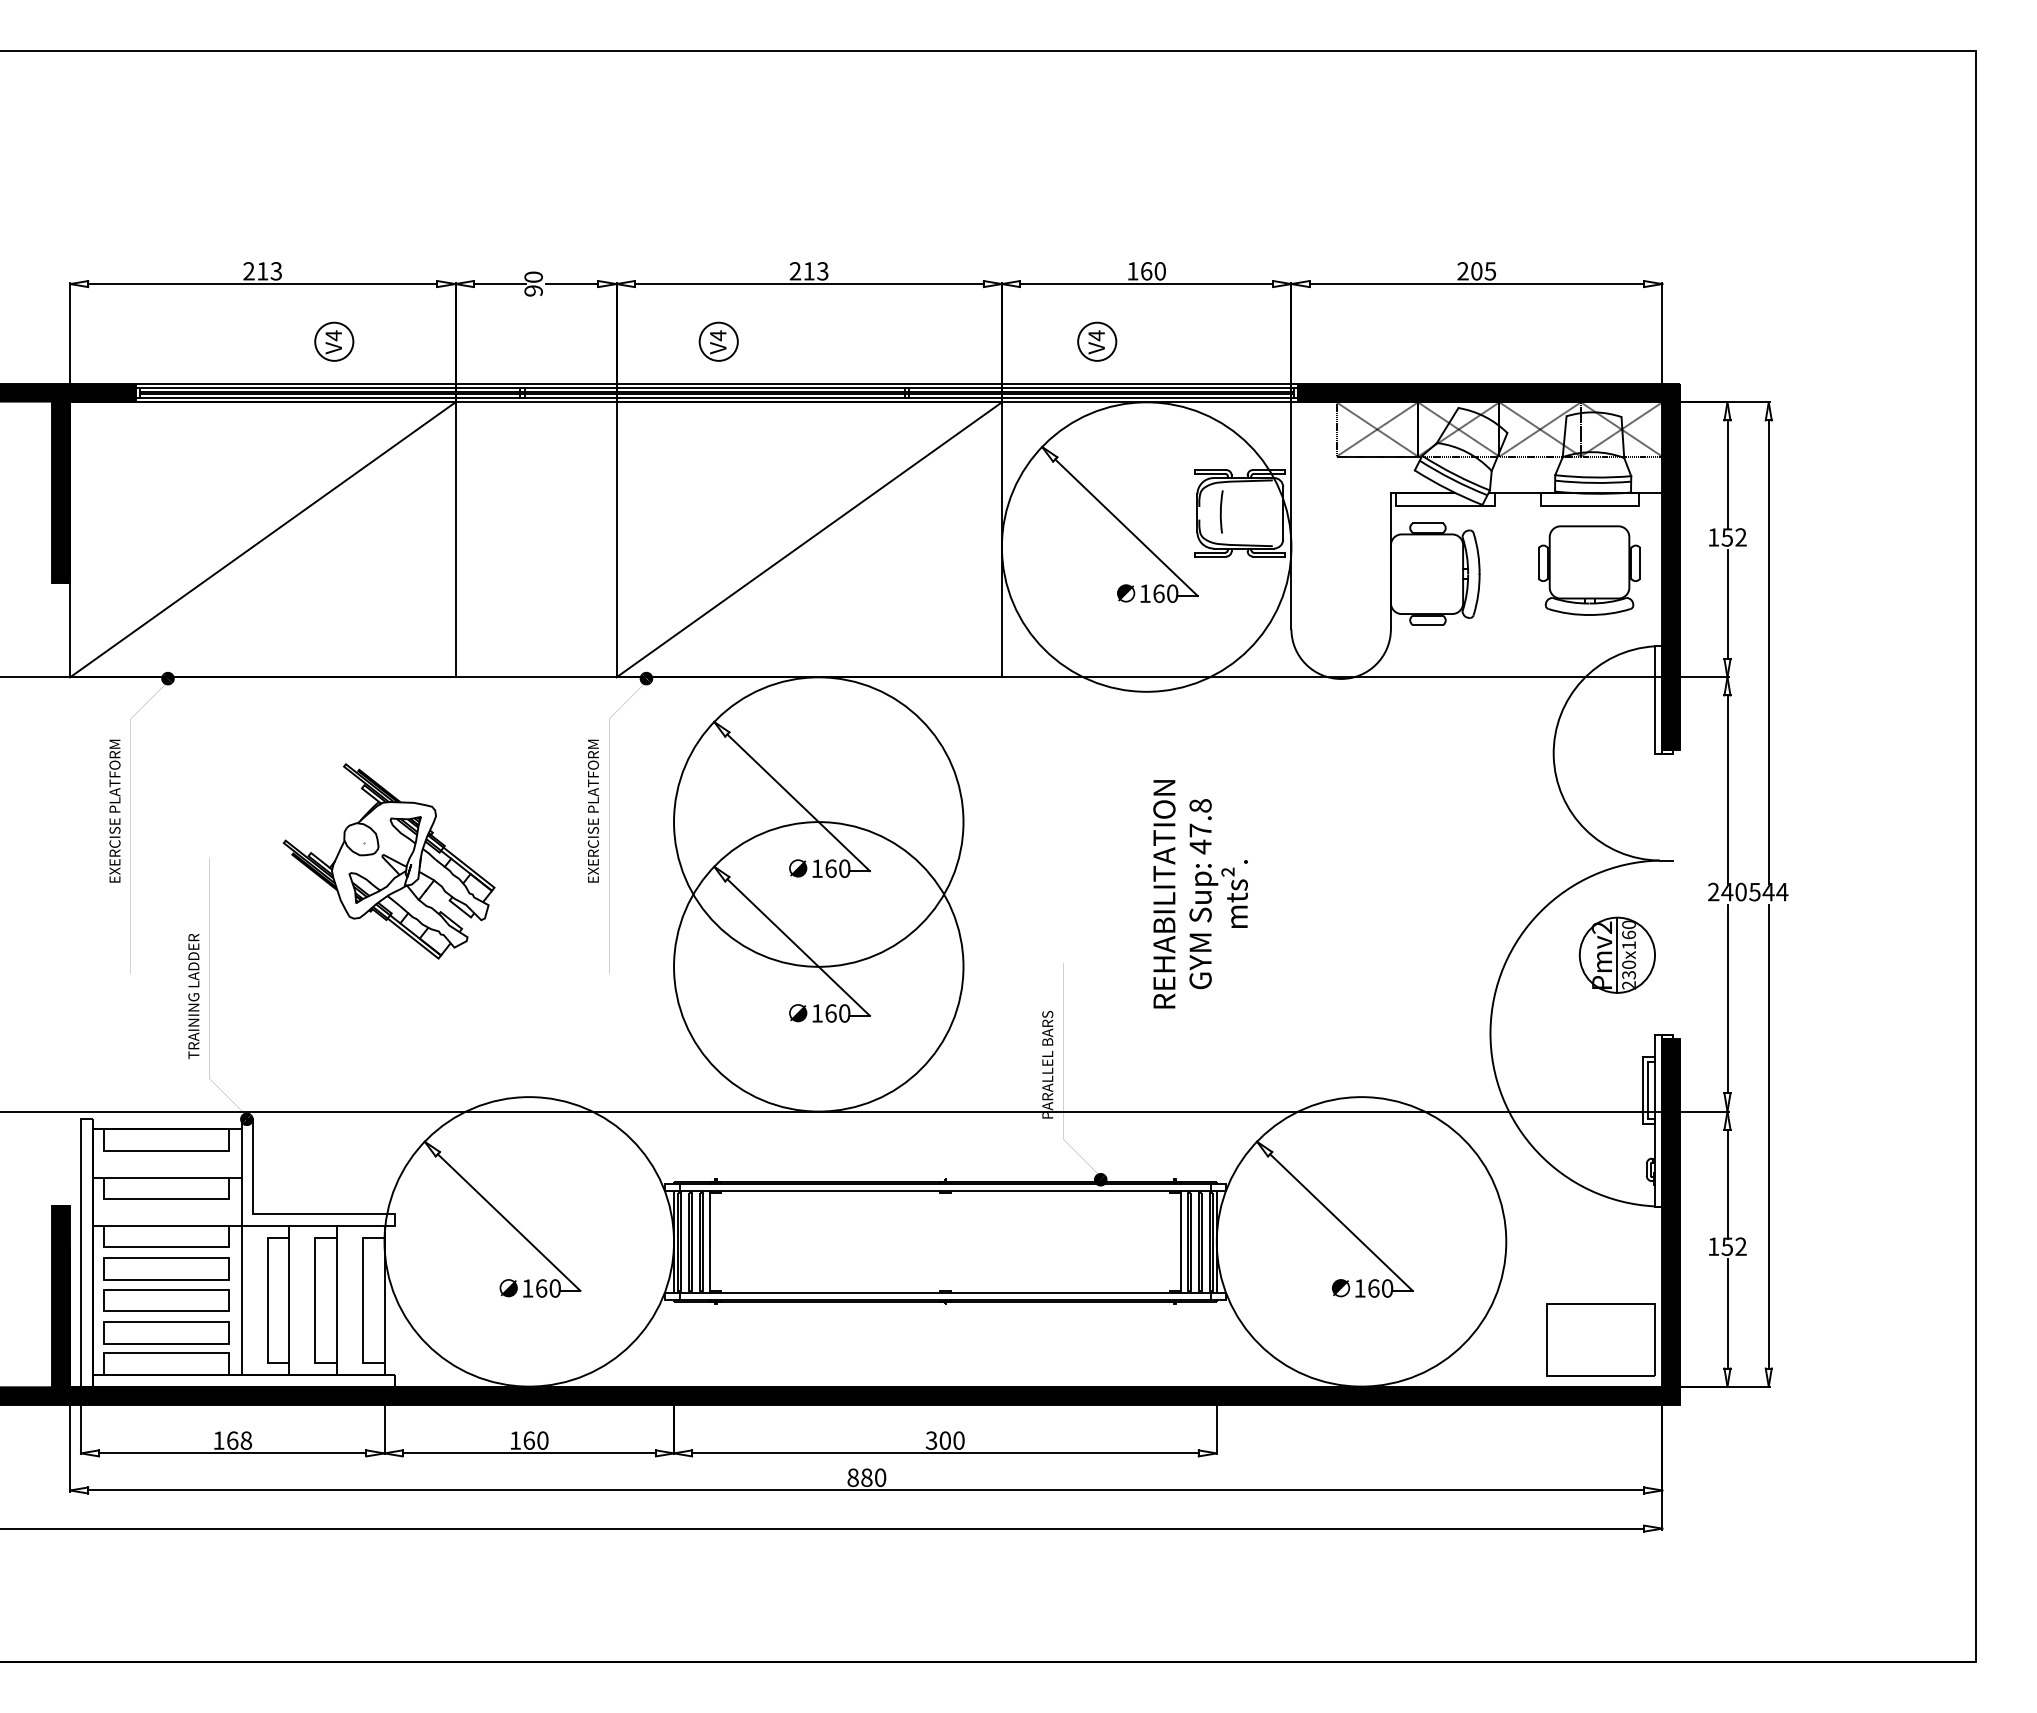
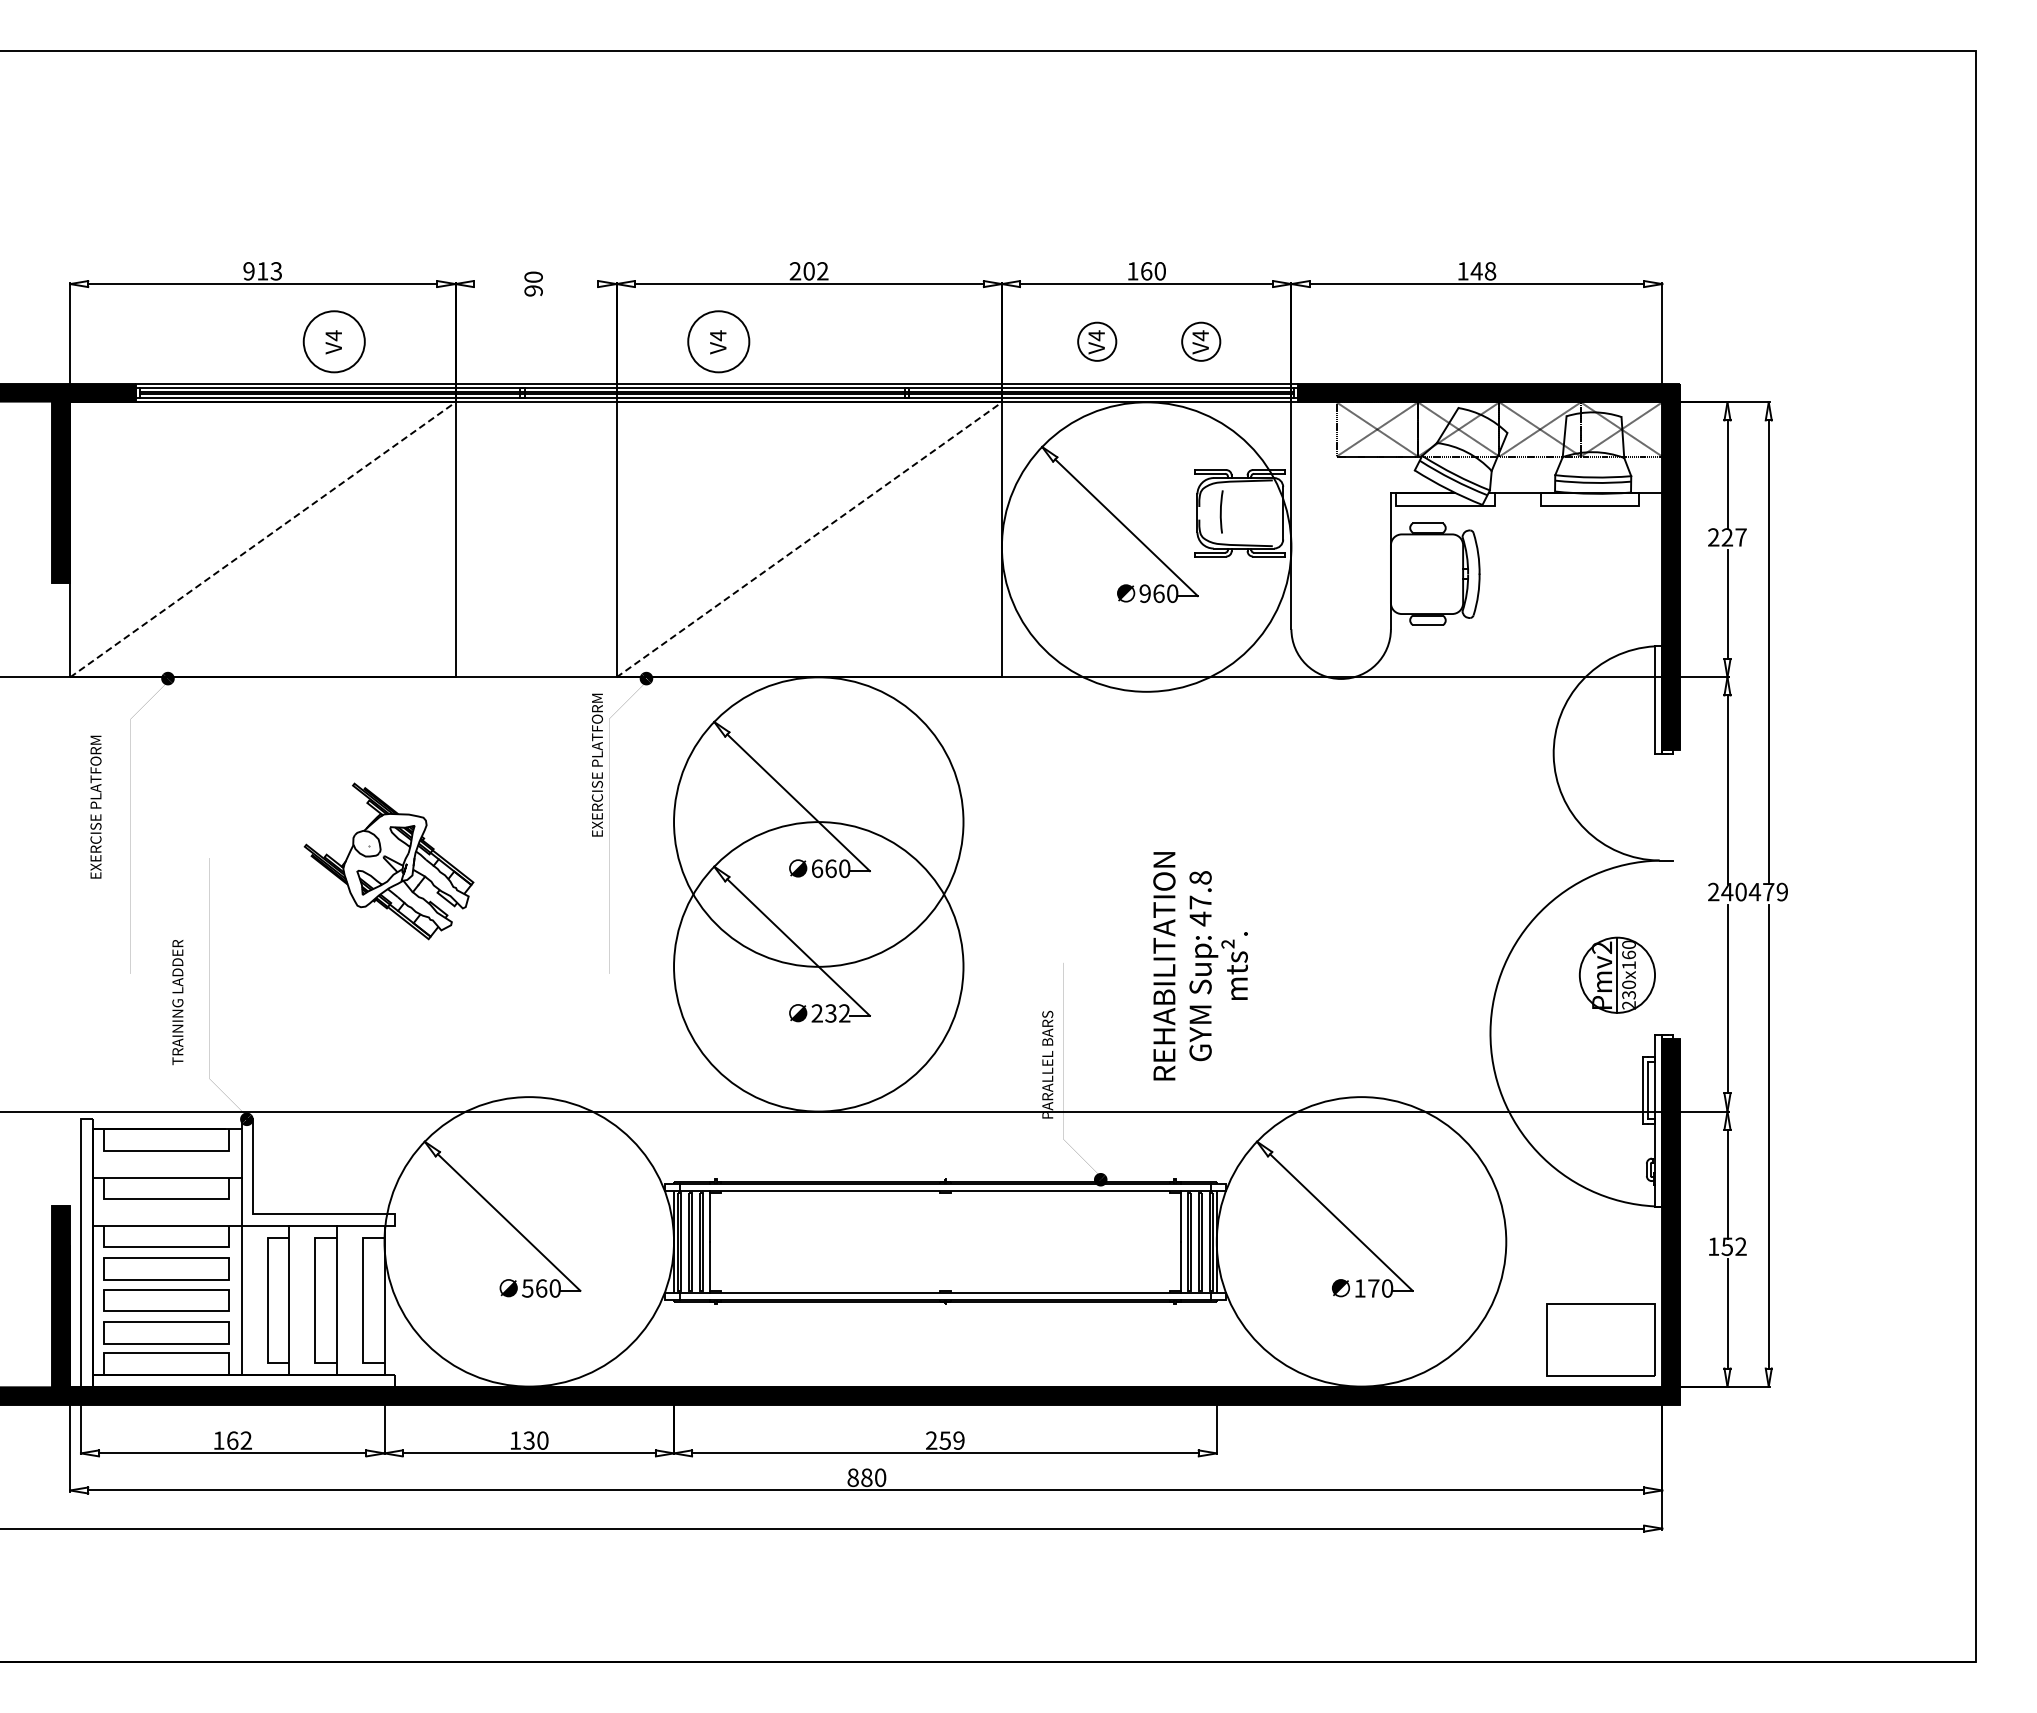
text at (248, 271): 213 -> 913
text at (815, 271): 213 -> 202
text at (1476, 271): 205 -> 148
line at (499, 284): present -> none
line at (572, 284): present -> none
circle at (334, 341) diameter: 38 px -> 61 px
circle at (718, 341) diameter: 38 px -> 61 px
part at (1201, 341): none -> present
text at (1727, 537): 152 -> 227
line at (262, 539): solid -> dashed
line at (809, 539): solid -> dashed
part at (1589, 570): present -> none
text at (1144, 593): 160 -> 960
text at (114, 810) position: (114, 810) -> (95, 806)
text at (592, 810) position: (592, 810) -> (596, 764)
part at (388, 861) size: 214x197 px -> 172x159 px
text at (817, 868): 160 -> 660
text at (1768, 891): 544 -> 479
text at (1200, 894) position: (1200, 894) -> (1200, 966)
part at (1616, 954) position: (1616, 954) -> (1616, 974)
text at (193, 996) position: (193, 996) -> (177, 1002)
text at (830, 1013): 160 -> 232
text at (527, 1288): 160 -> 560
text at (1373, 1288): 160 -> 170
text at (246, 1440): 168 -> 162
text at (528, 1440): 160 -> 130
text at (944, 1440): 300 -> 259
